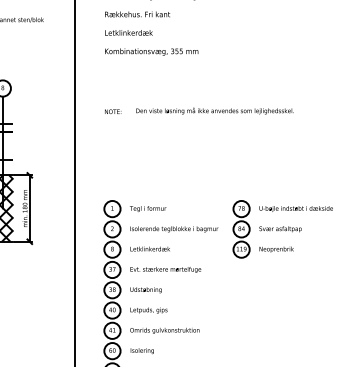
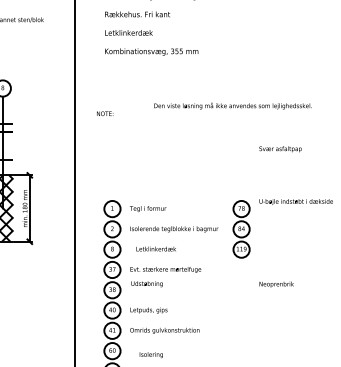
text at (214, 110) position: (214, 110) -> (232, 105)
text at (113, 111) position: (113, 111) -> (105, 113)
text at (295, 208) position: (295, 208) -> (295, 201)
text at (280, 229) position: (280, 229) -> (280, 149)
text at (149, 248) position: (149, 248) -> (155, 248)
text at (276, 249) position: (276, 249) -> (276, 284)
text at (145, 290) position: (145, 290) -> (146, 284)
text at (141, 351) position: (141, 351) -> (150, 355)
